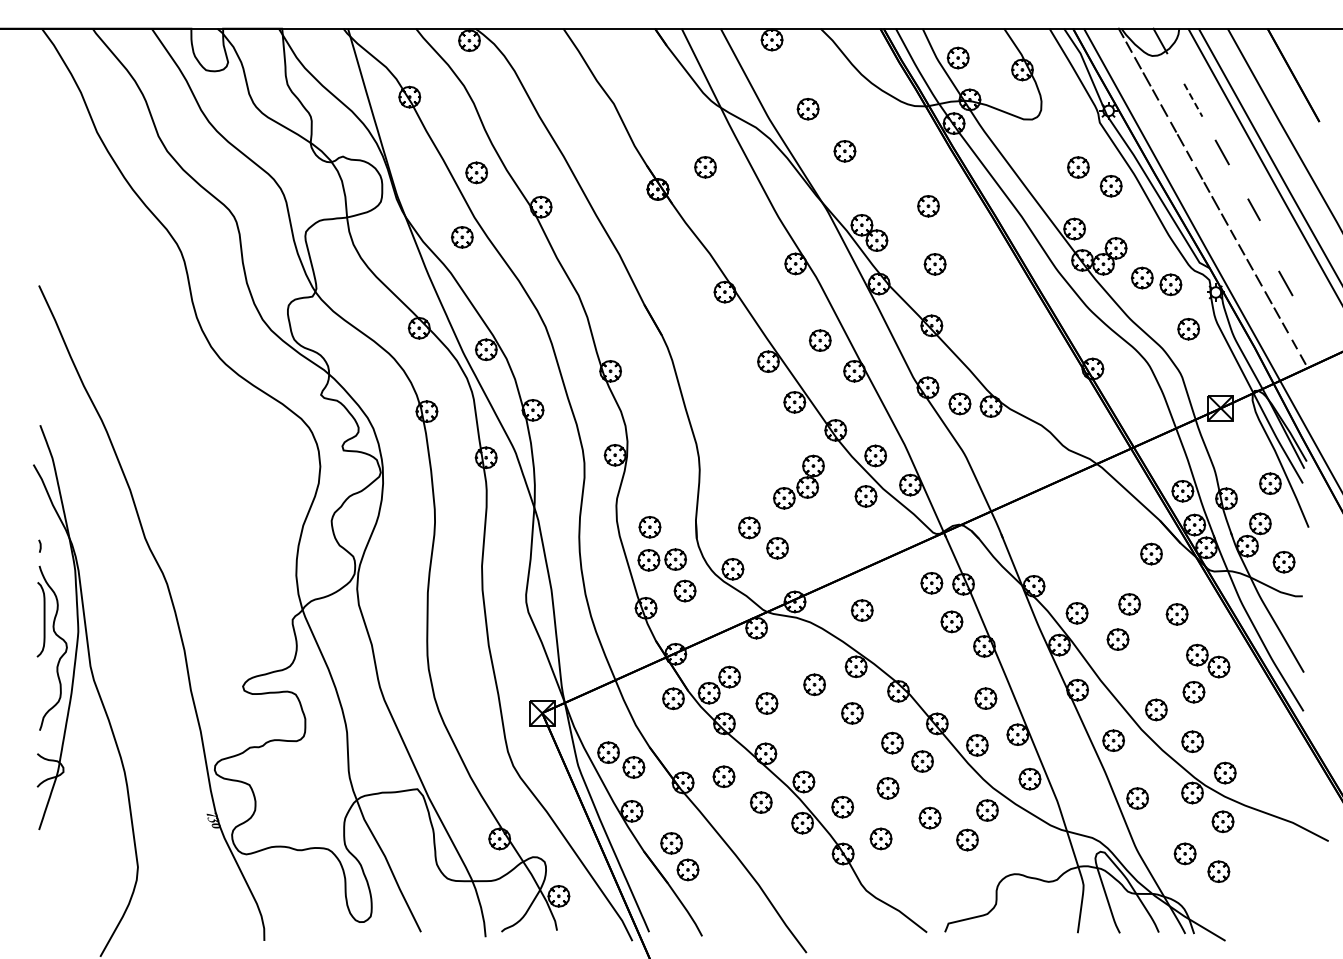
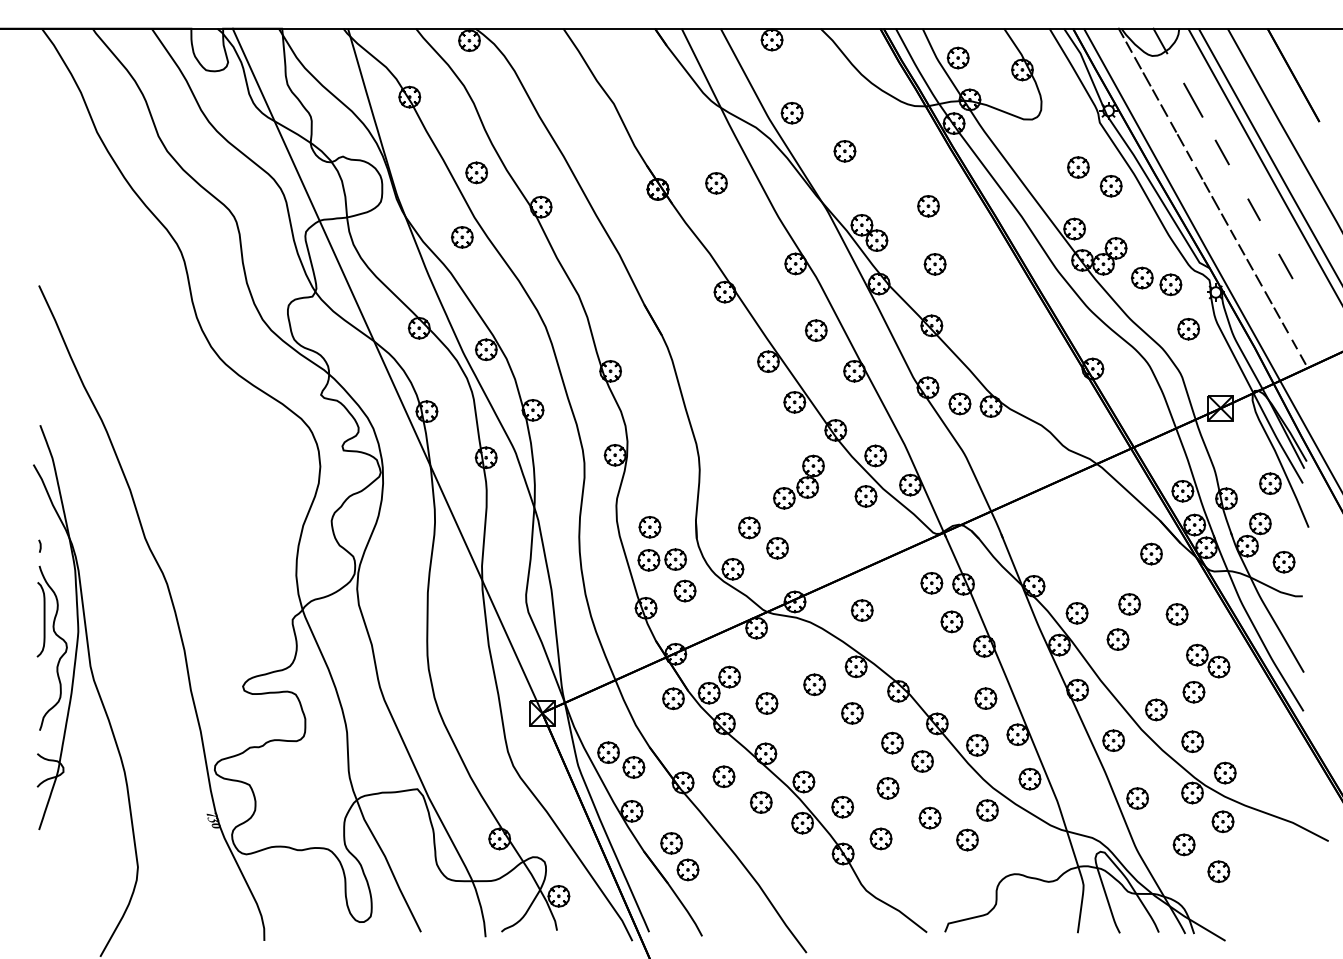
line at (1193, 100): dashed -> solid
part at (807, 109) position: (807, 109) -> (791, 113)
part at (705, 167) position: (705, 167) -> (716, 183)
line at (1285, 283) position: (1285, 283) -> (1285, 266)
part at (819, 340) position: (819, 340) -> (815, 330)
line at (387, 370): none -> present
part at (1184, 853) position: (1184, 853) -> (1183, 844)
